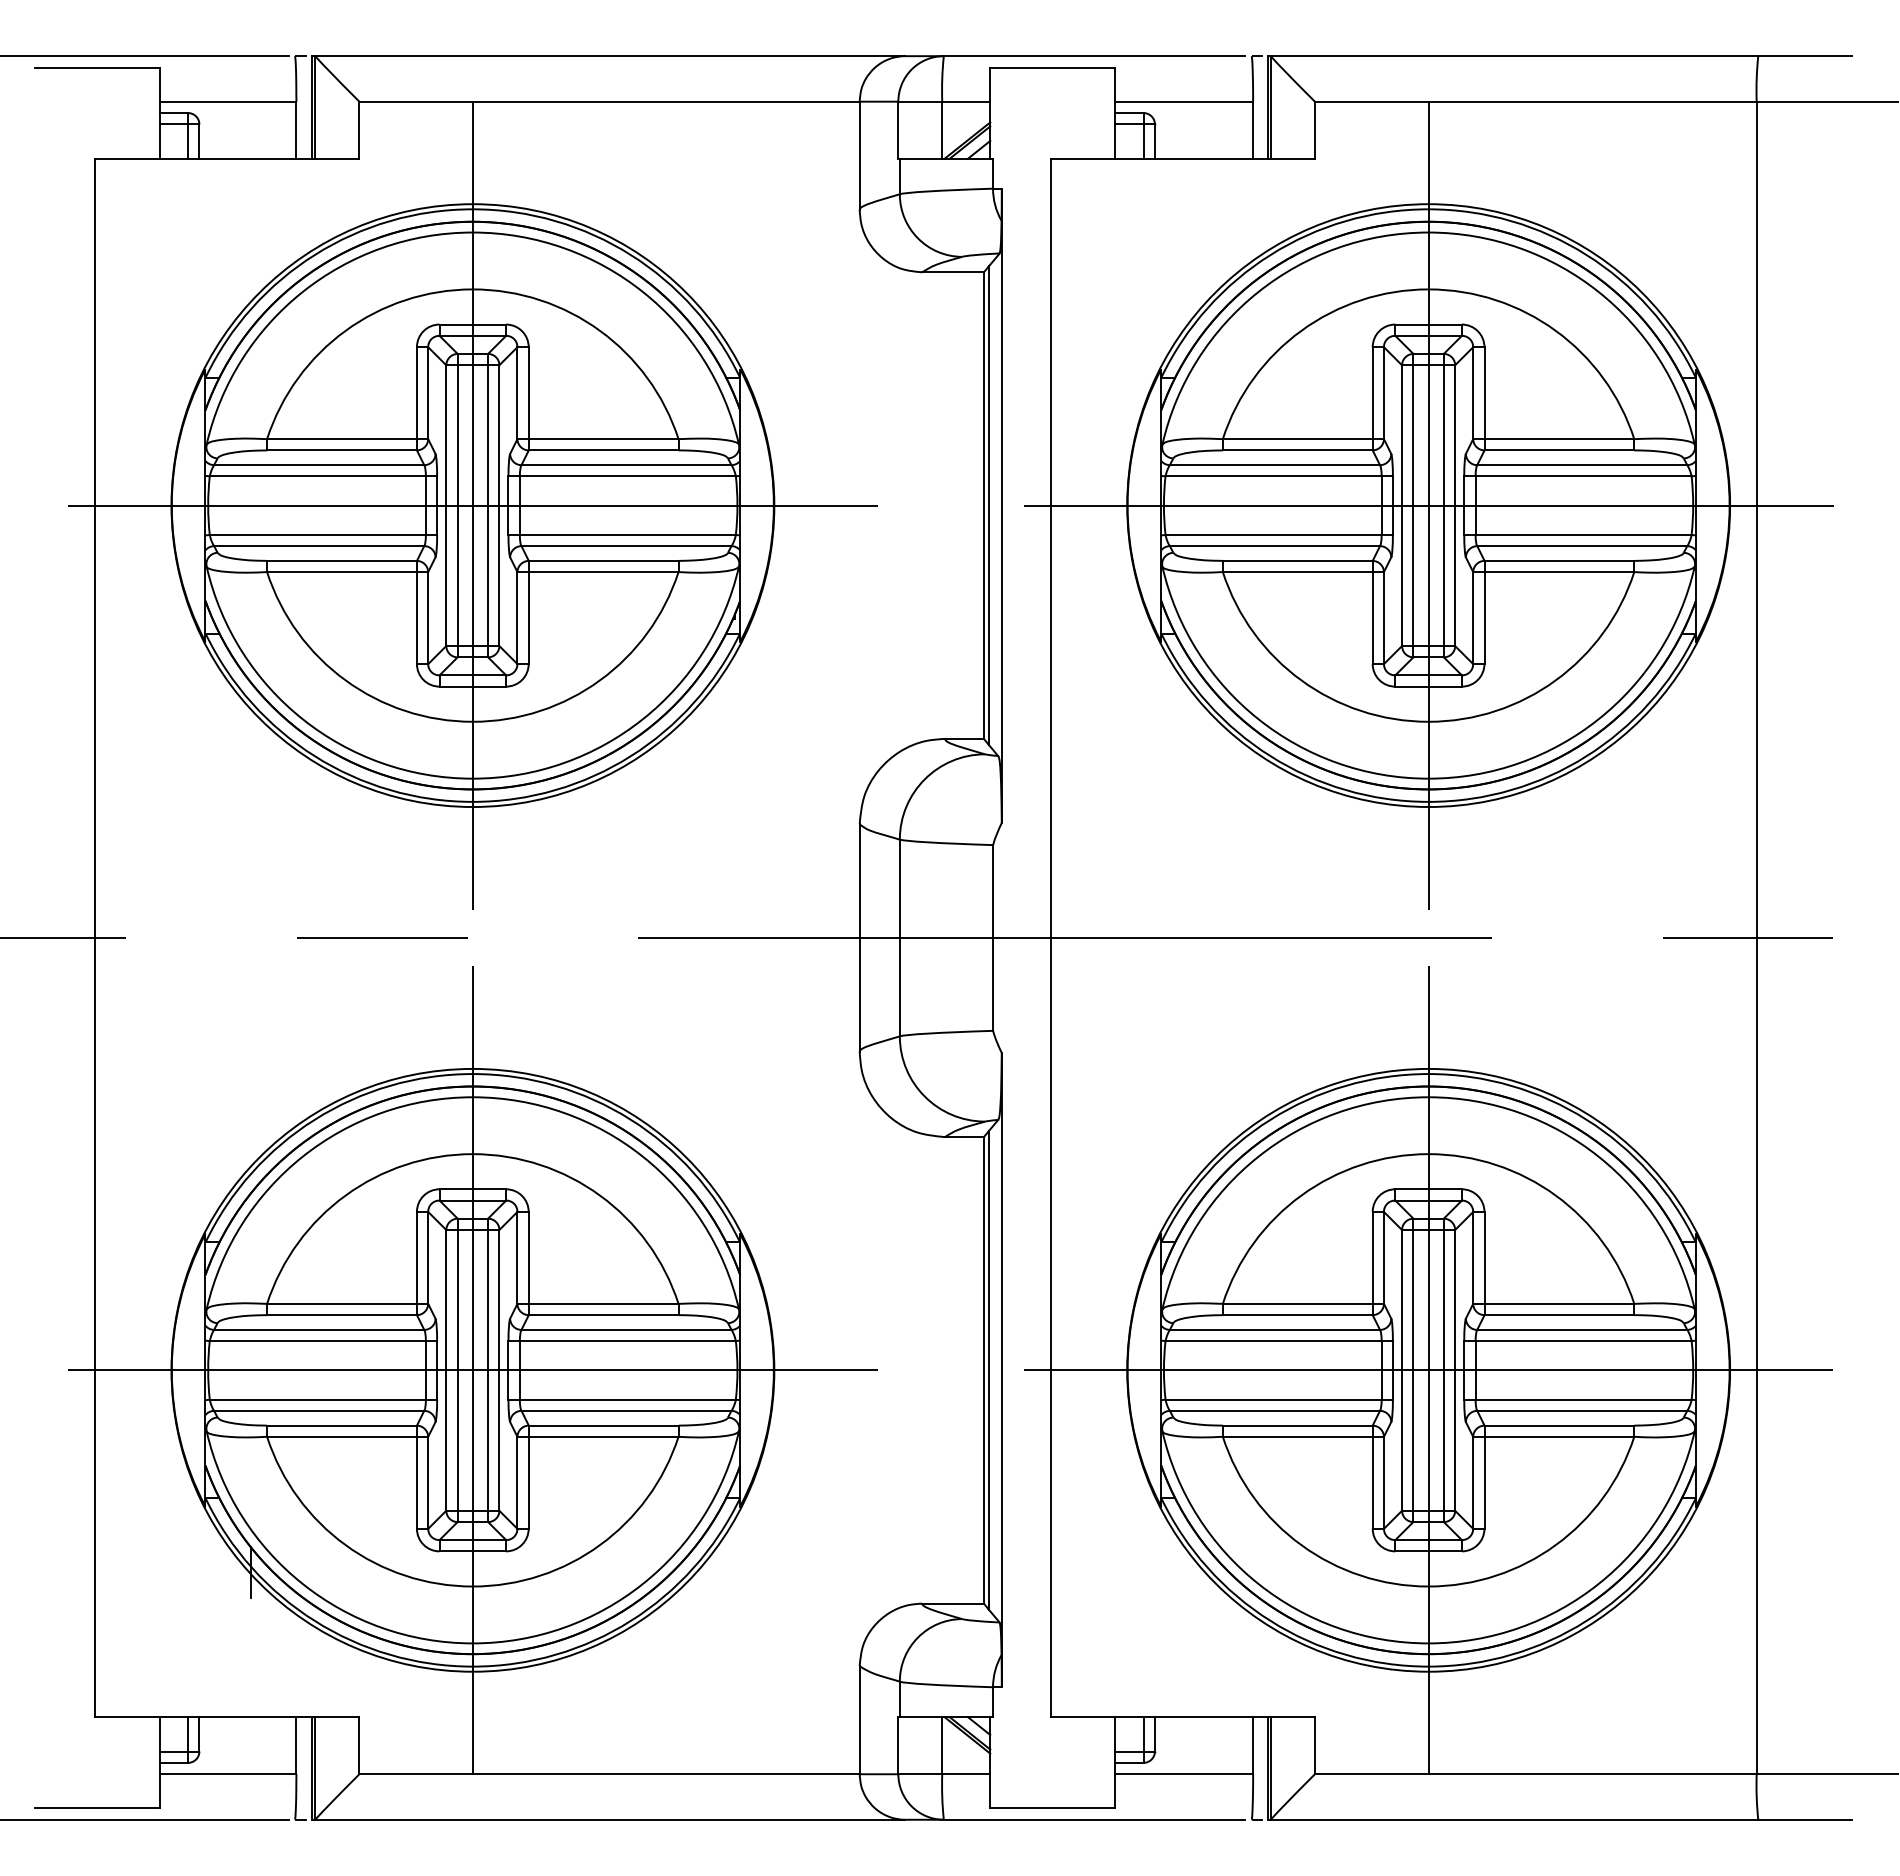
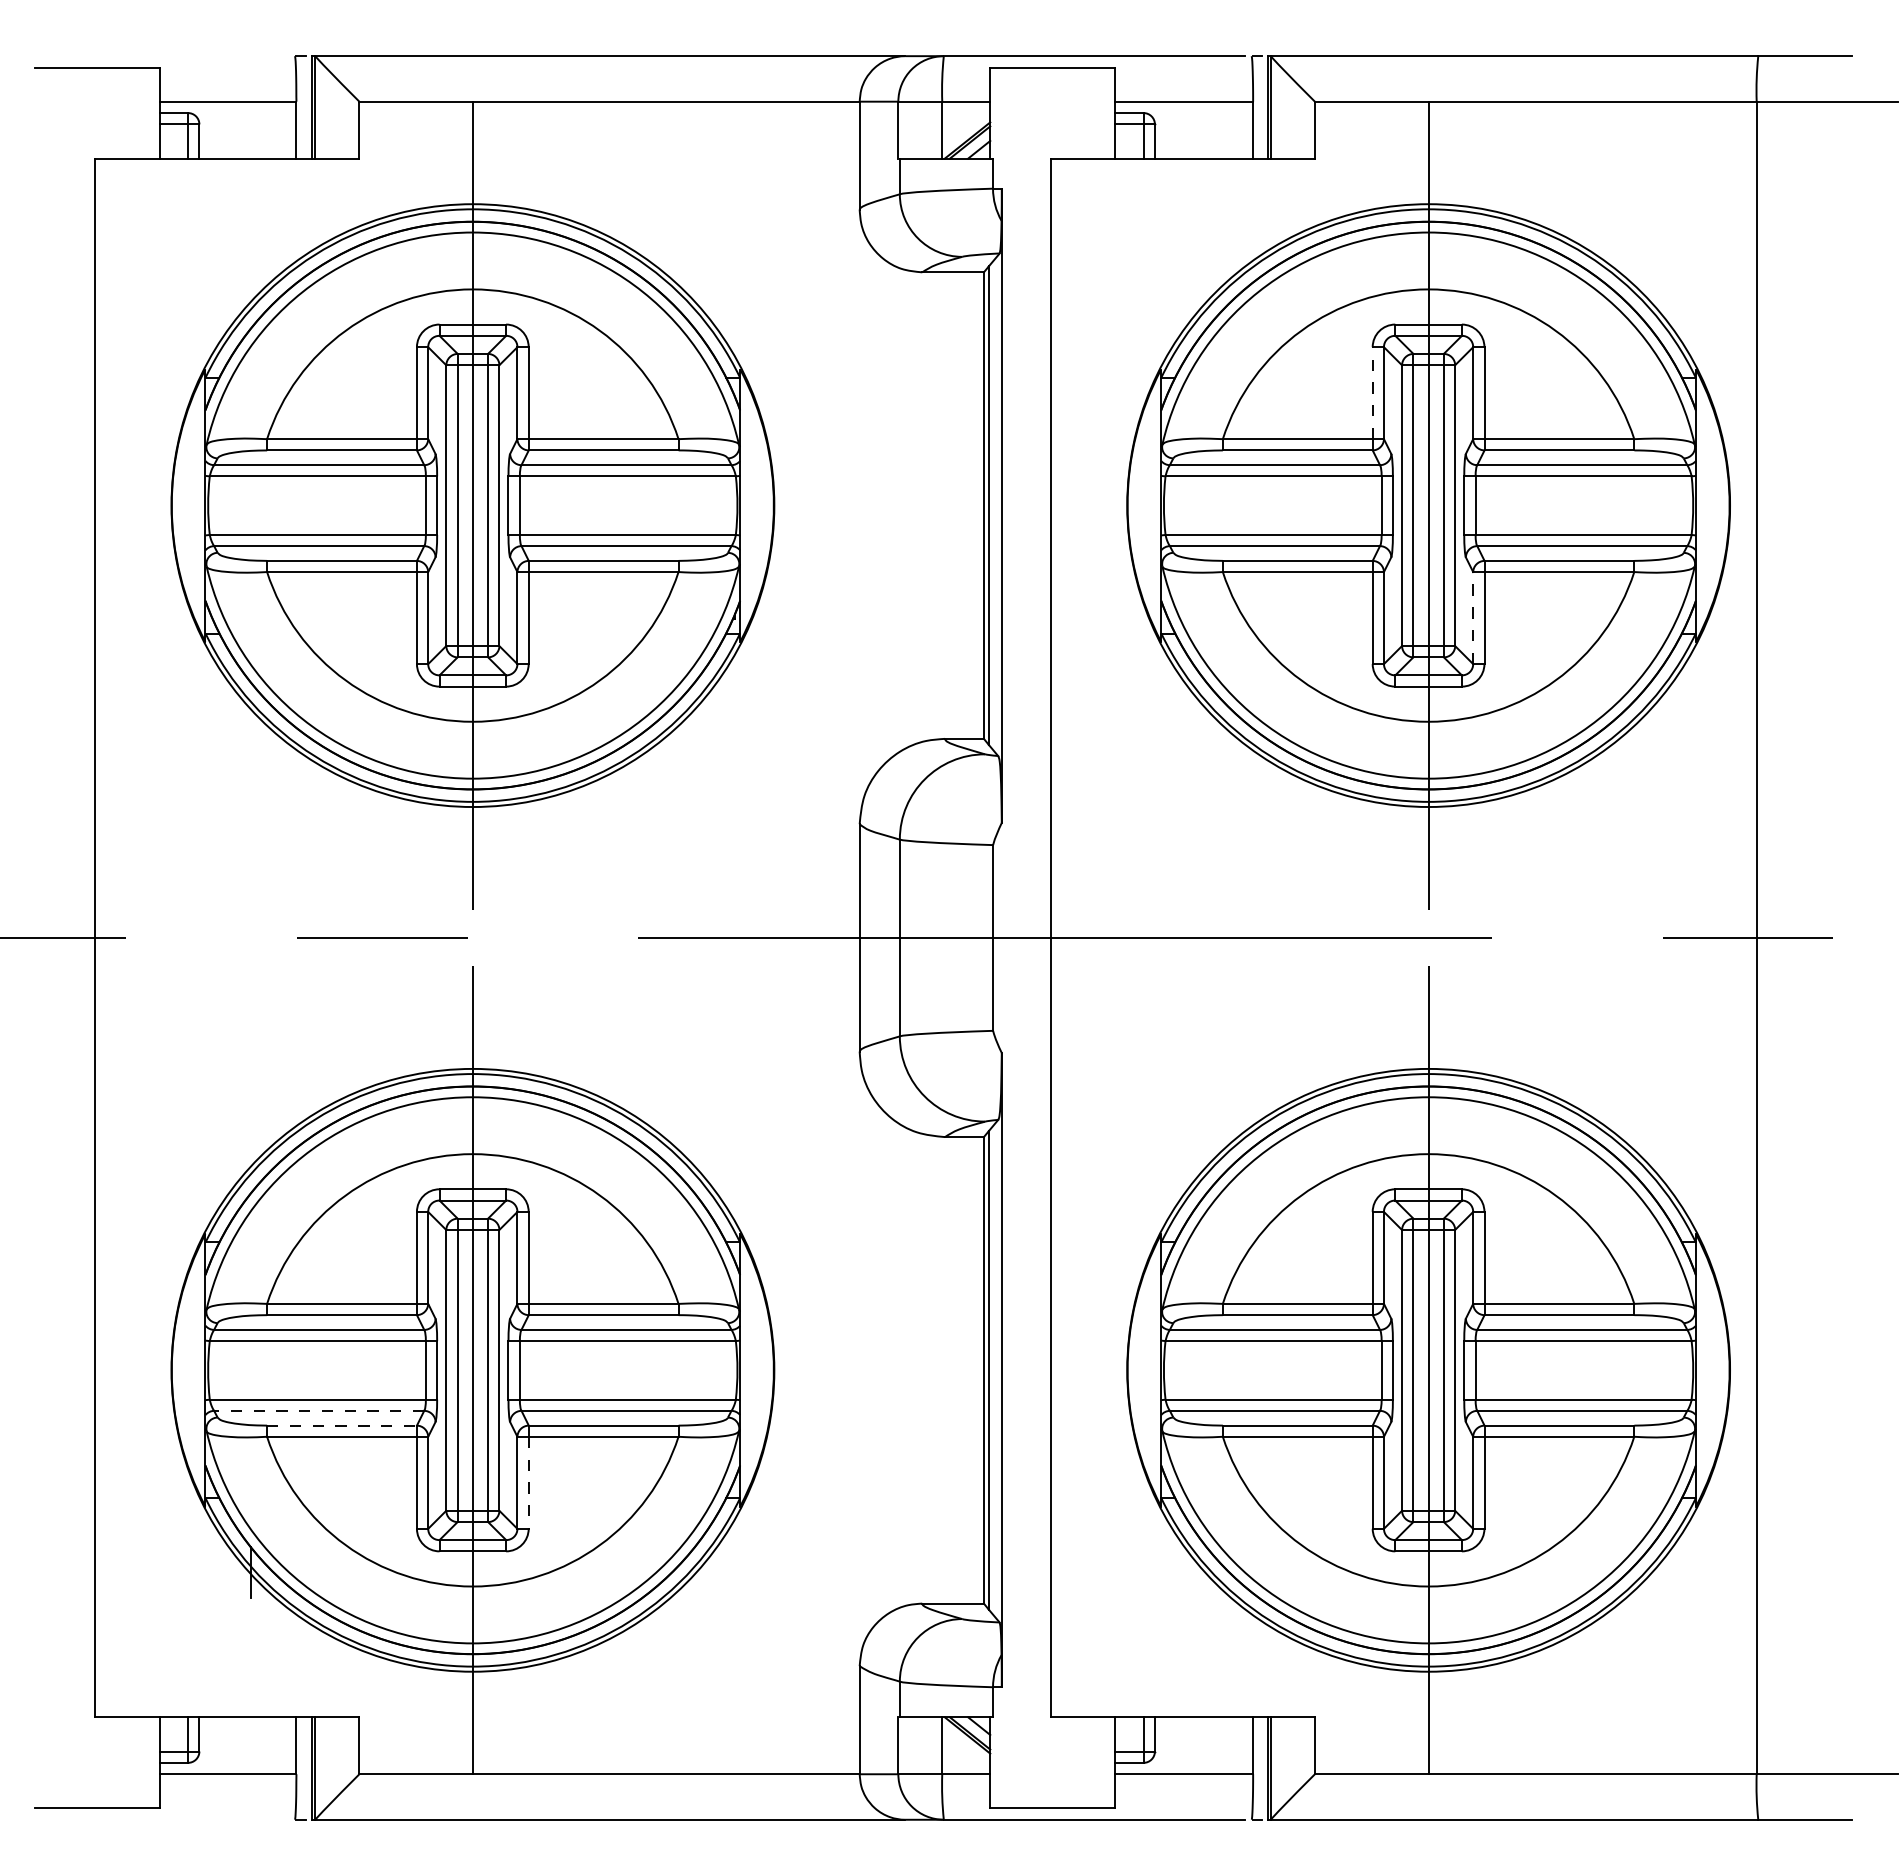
line at (145, 56): present -> none
line at (1372, 393): solid -> dashed
line at (472, 505): present -> none
line at (1428, 505): present -> none
line at (1473, 617): solid -> dashed
line at (472, 1370): present -> none
line at (1428, 1370): present -> none
line at (318, 1410): solid -> dashed
line at (342, 1425): solid -> dashed
line at (528, 1483): solid -> dashed
line at (145, 1819): present -> none
